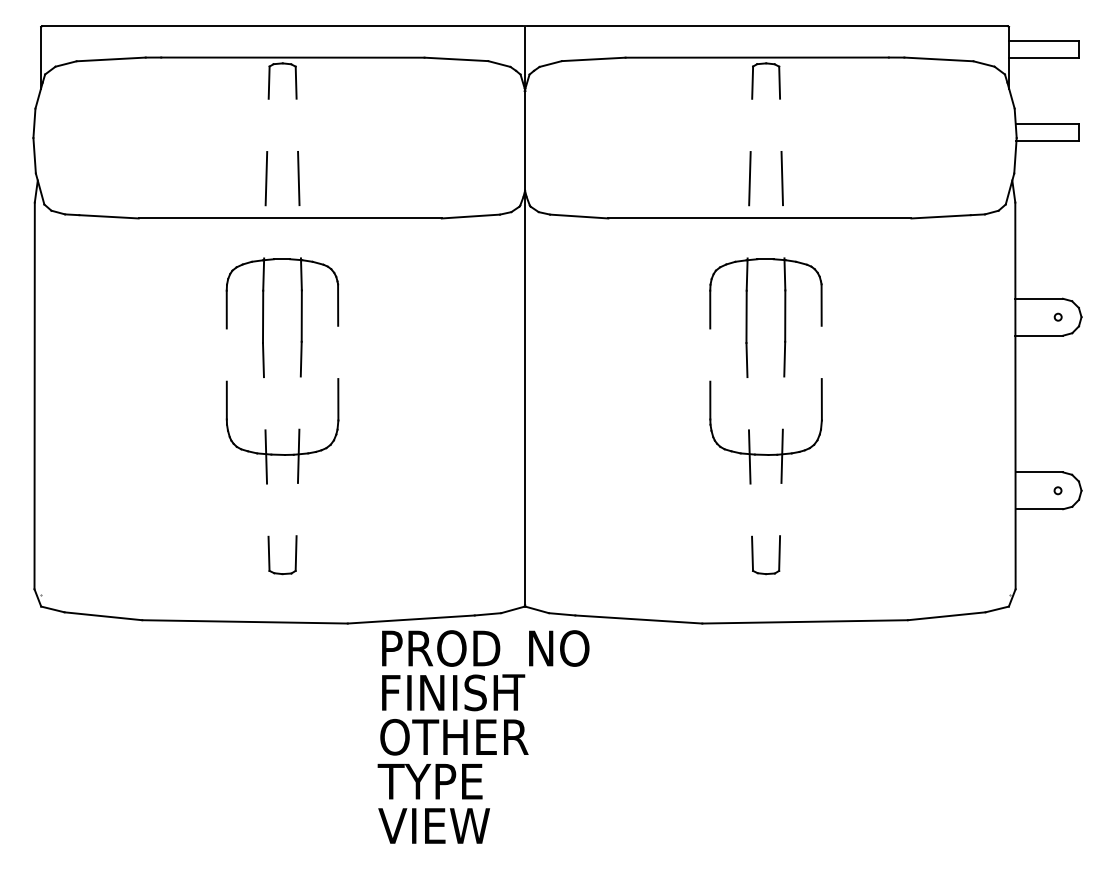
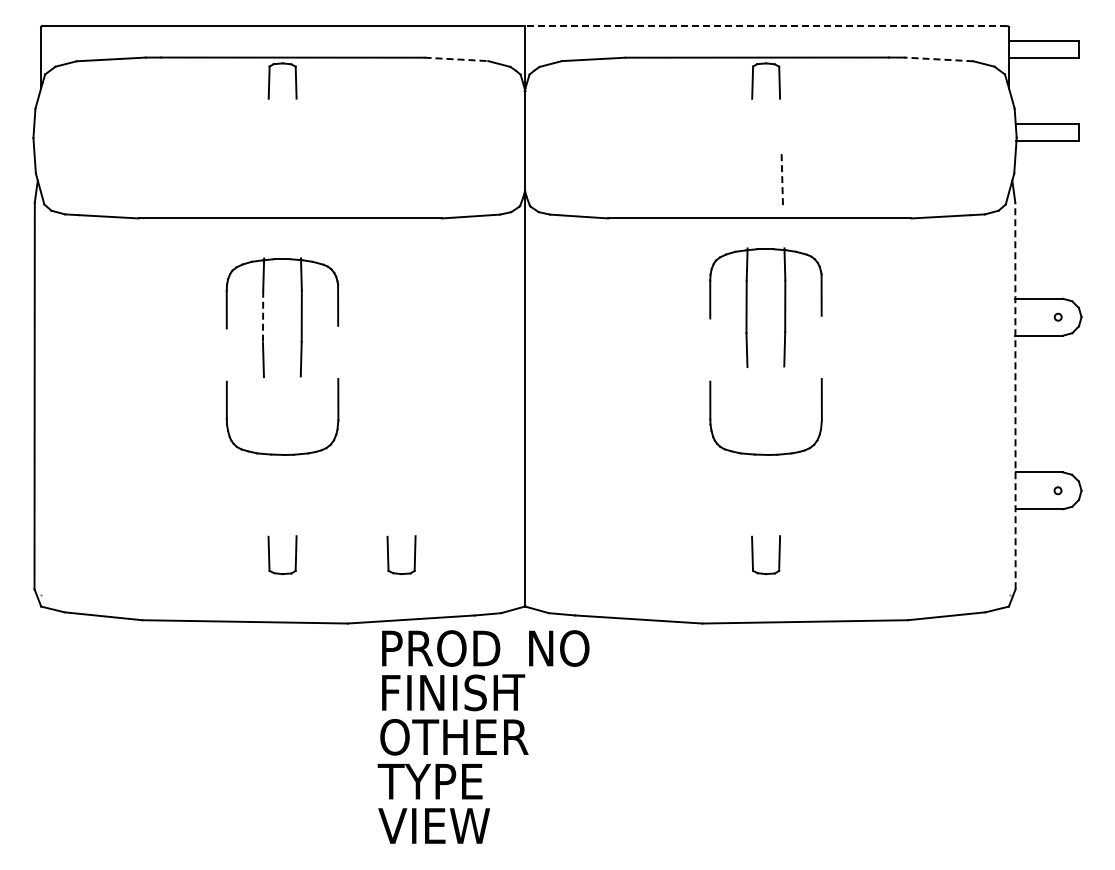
line at (767, 26): solid -> dashed
line at (456, 59): solid -> dashed
line at (938, 59): solid -> dashed
line at (266, 178): present -> none
line at (298, 178): present -> none
line at (749, 178): present -> none
line at (782, 178): solid -> dashed
line at (263, 317): solid -> dashed
part at (747, 317) position: (747, 317) -> (747, 307)
line at (1015, 395): solid -> dashed
line at (298, 455): present -> none
line at (781, 455): present -> none
line at (266, 456): present -> none
line at (749, 456): present -> none
part at (389, 558): none -> present
